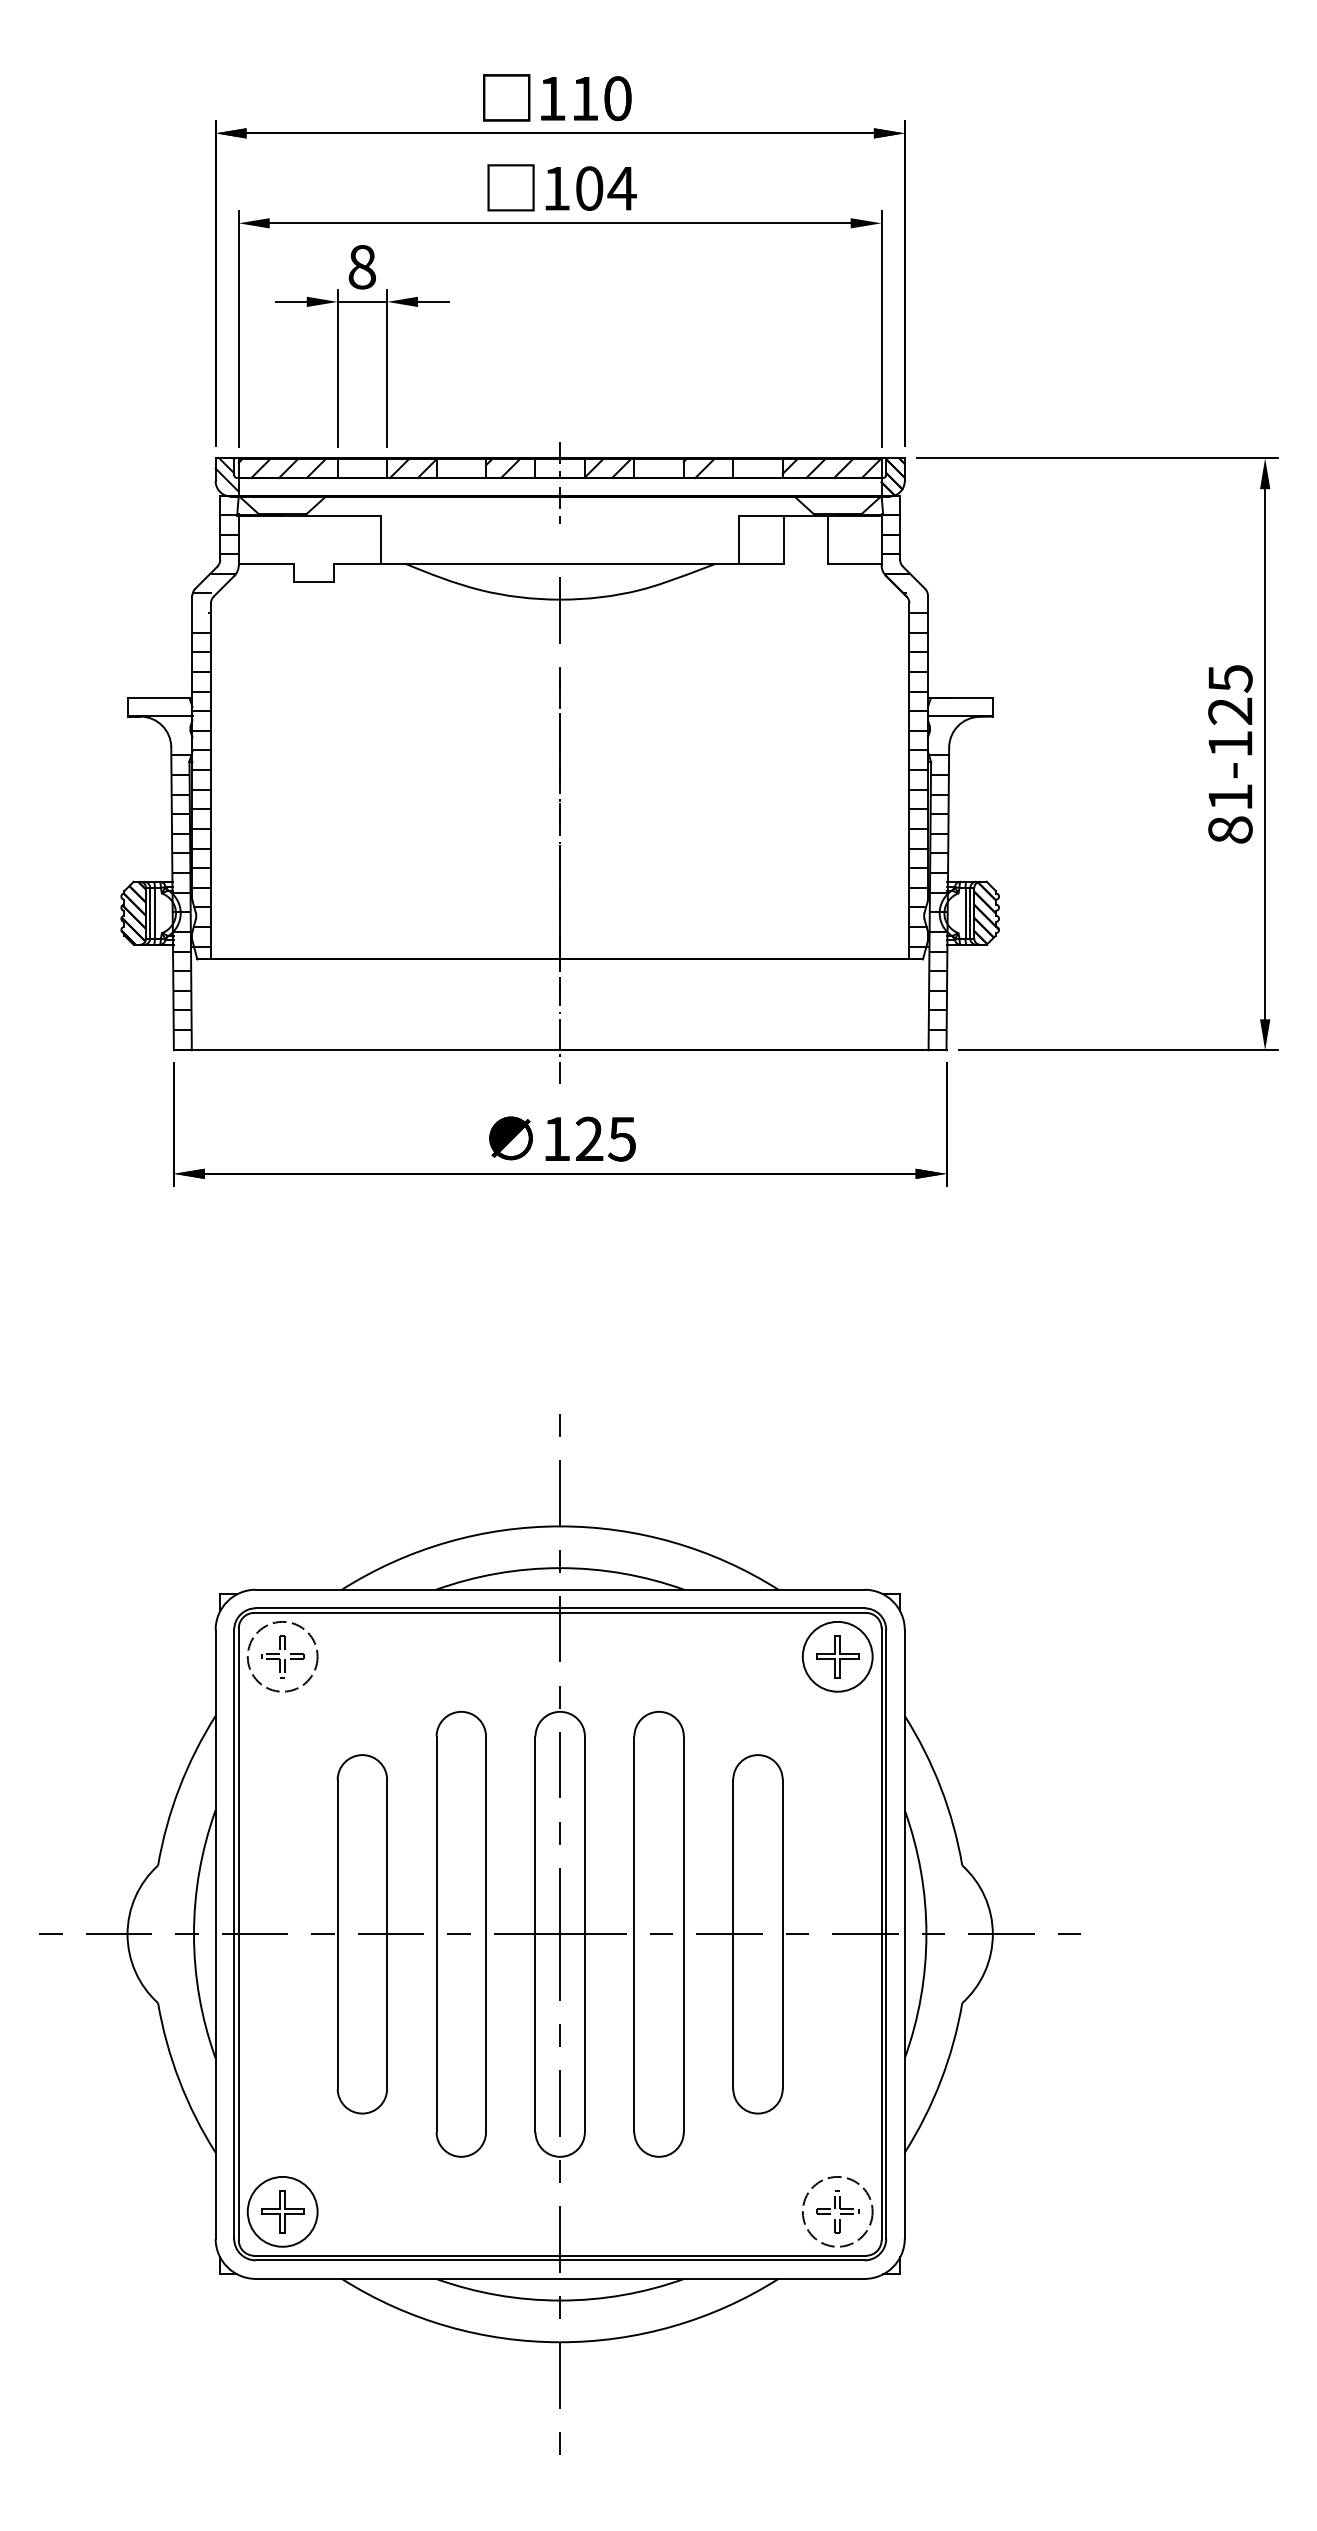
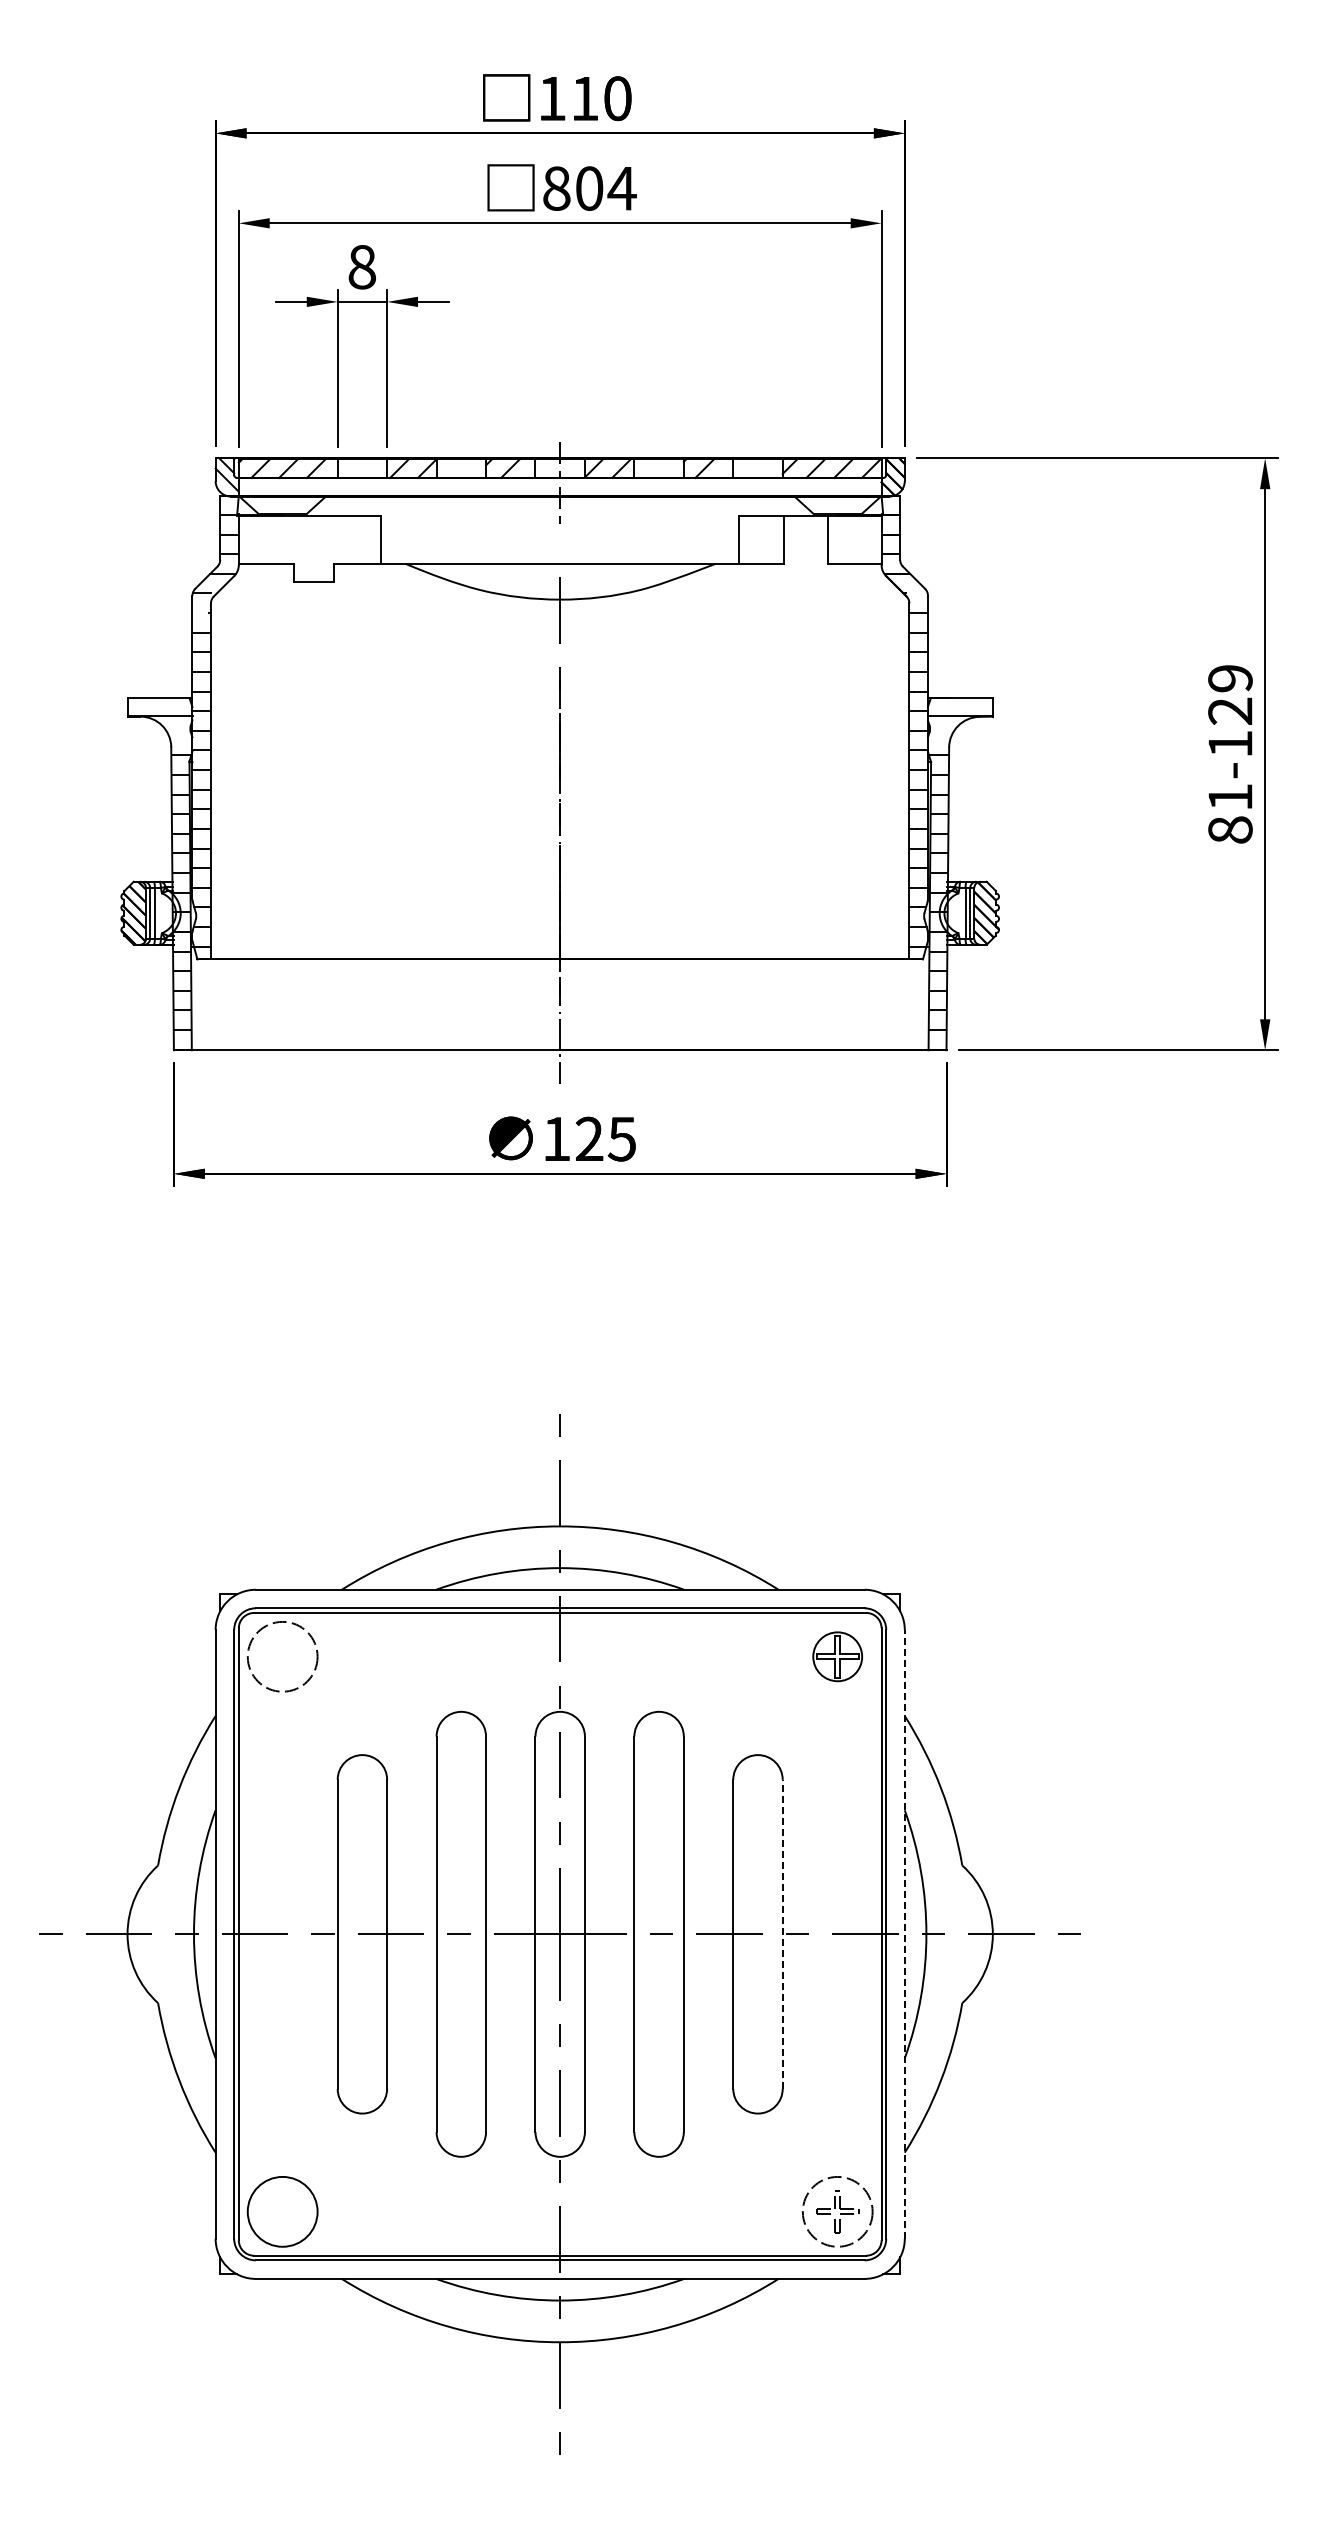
text at (556, 188): 104 -> 804
text at (1230, 678): 81-125 -> 81-129
part at (282, 1656): present -> none
circle at (837, 1656) diameter: 70 px -> 49 px
line at (904, 1933): solid -> dashed
line at (782, 1934): solid -> dashed
part at (282, 2211): present -> none
